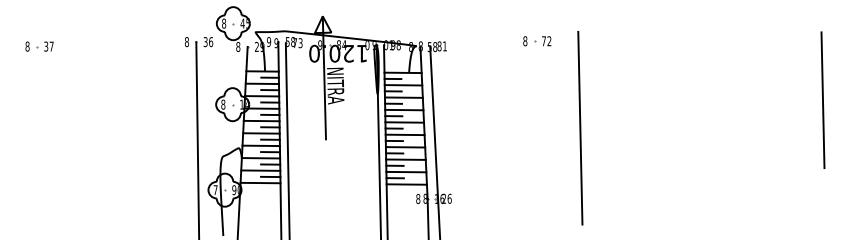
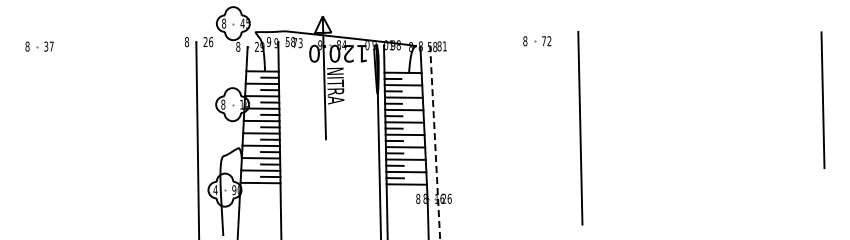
text at (205, 42): 36 -> 26
line at (287, 139): present -> none
line at (435, 142): solid -> dashed
text at (215, 190): 7 -> 4
